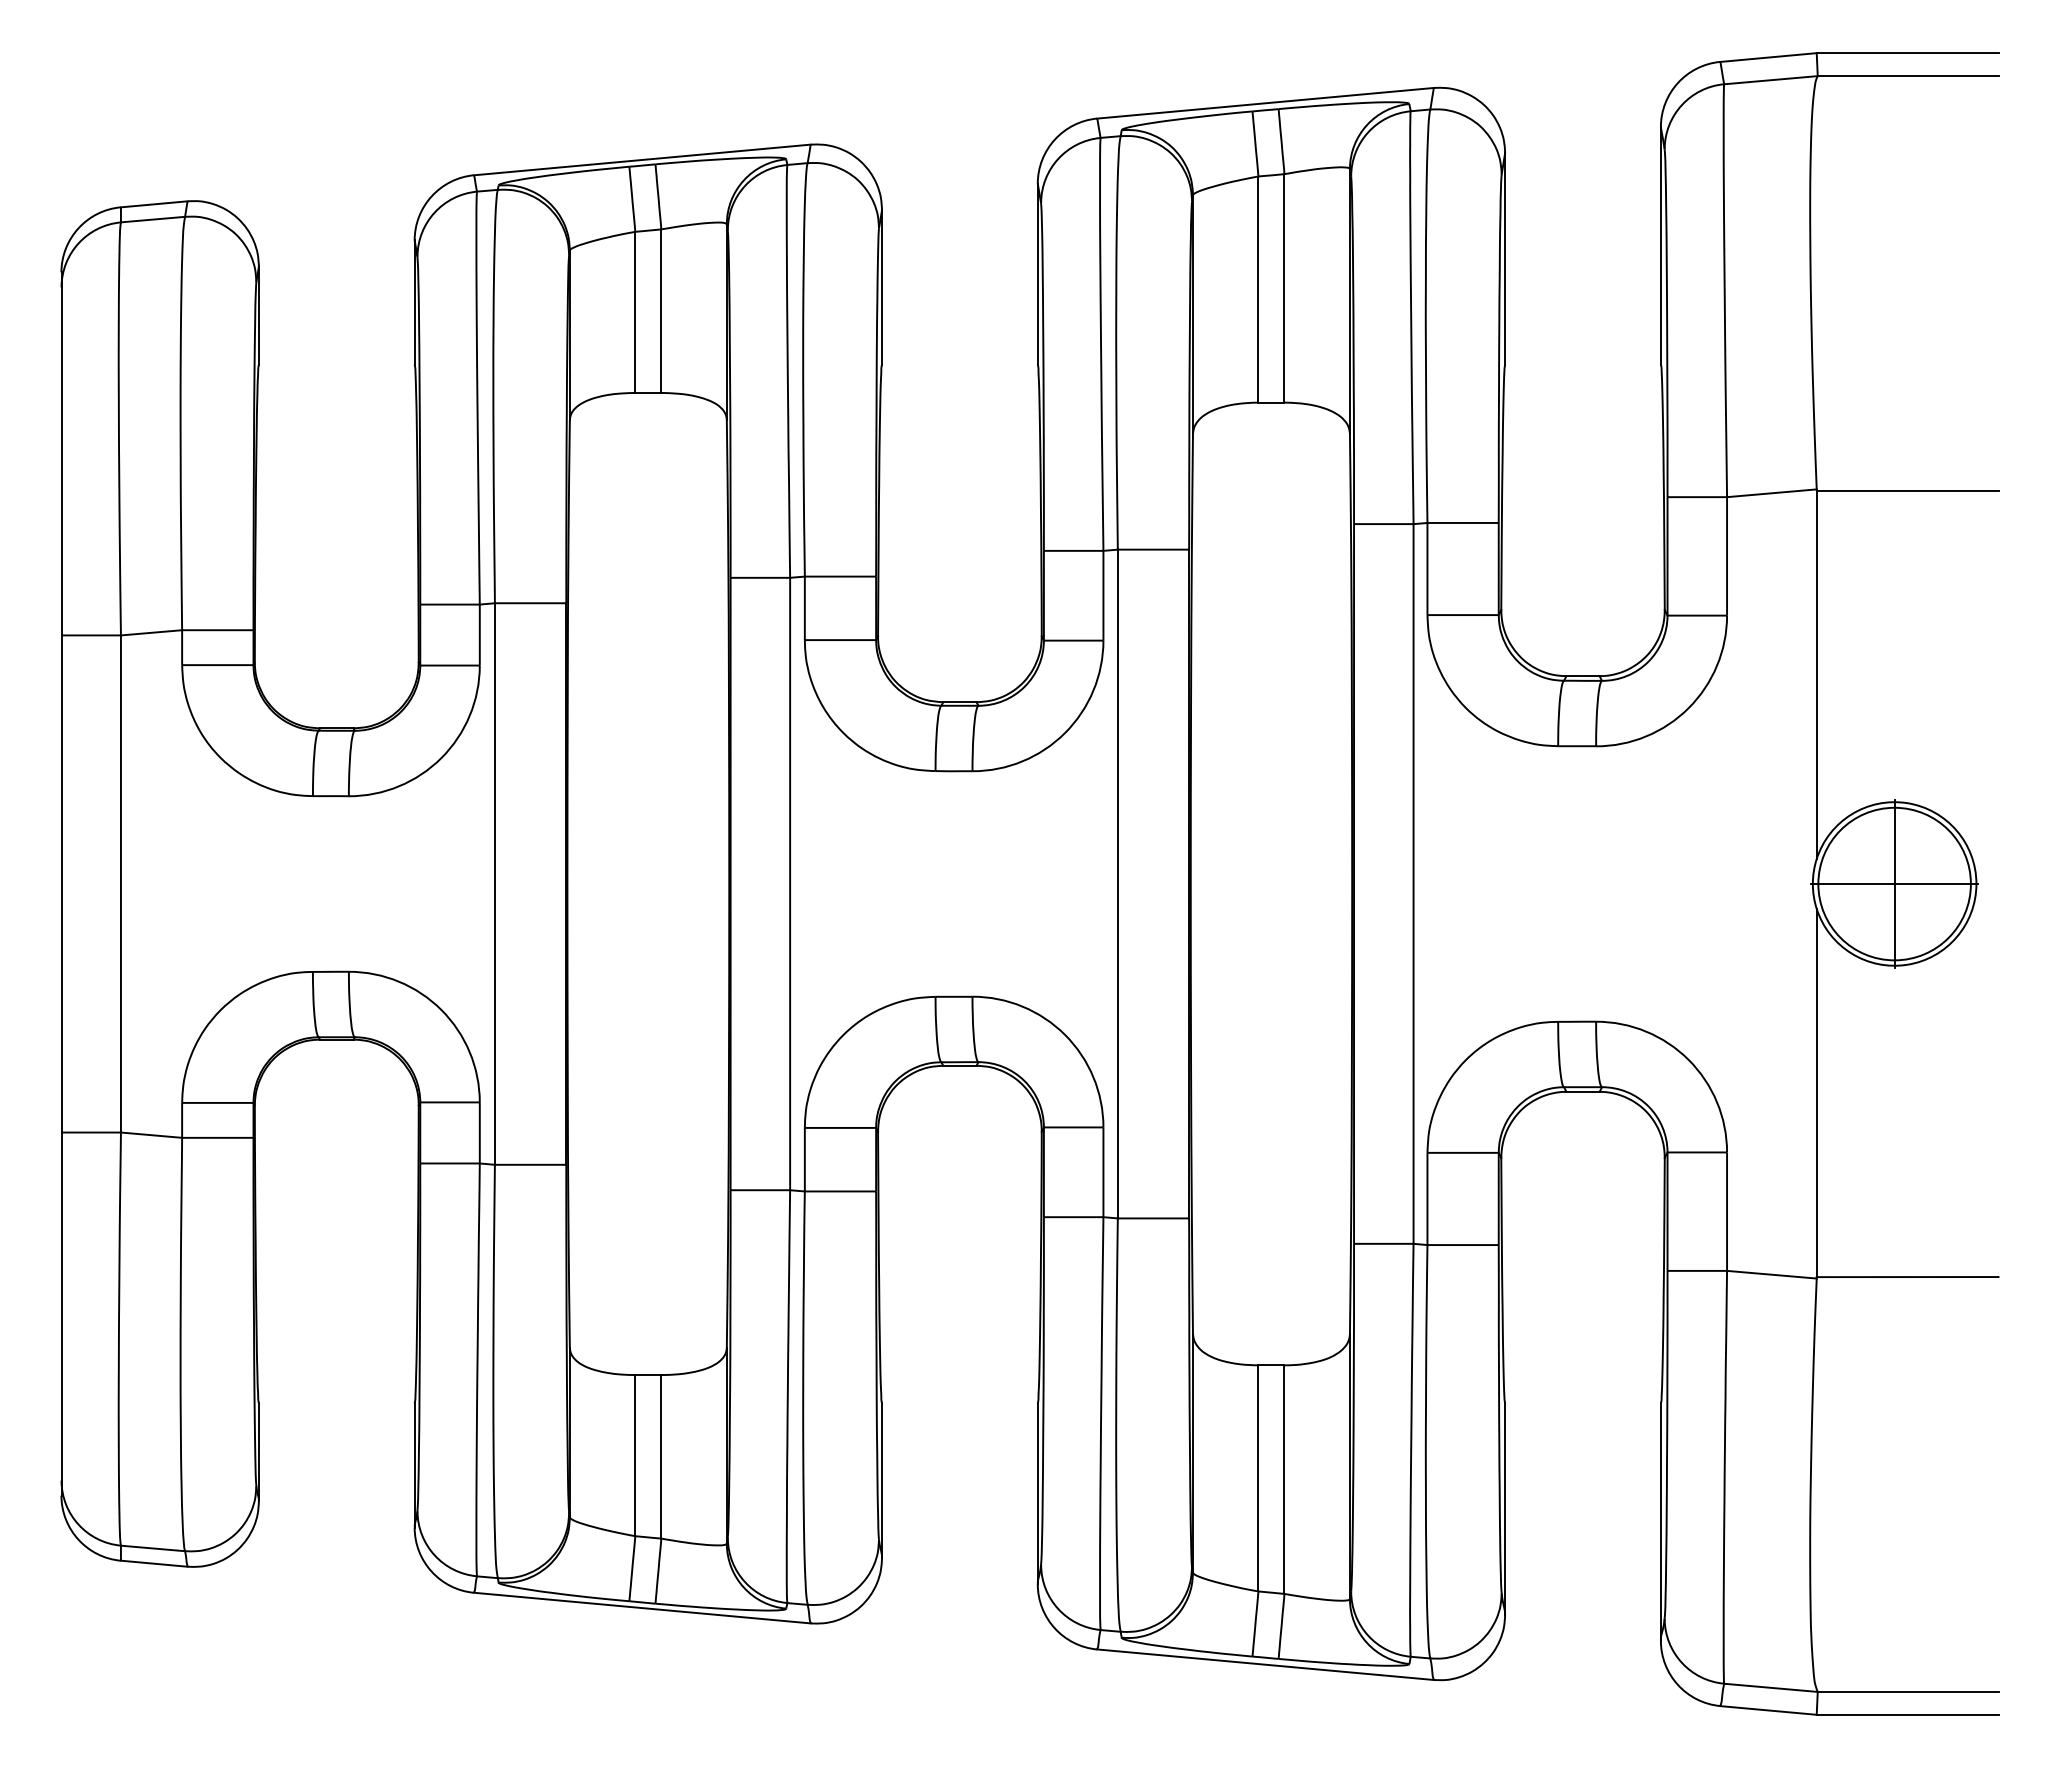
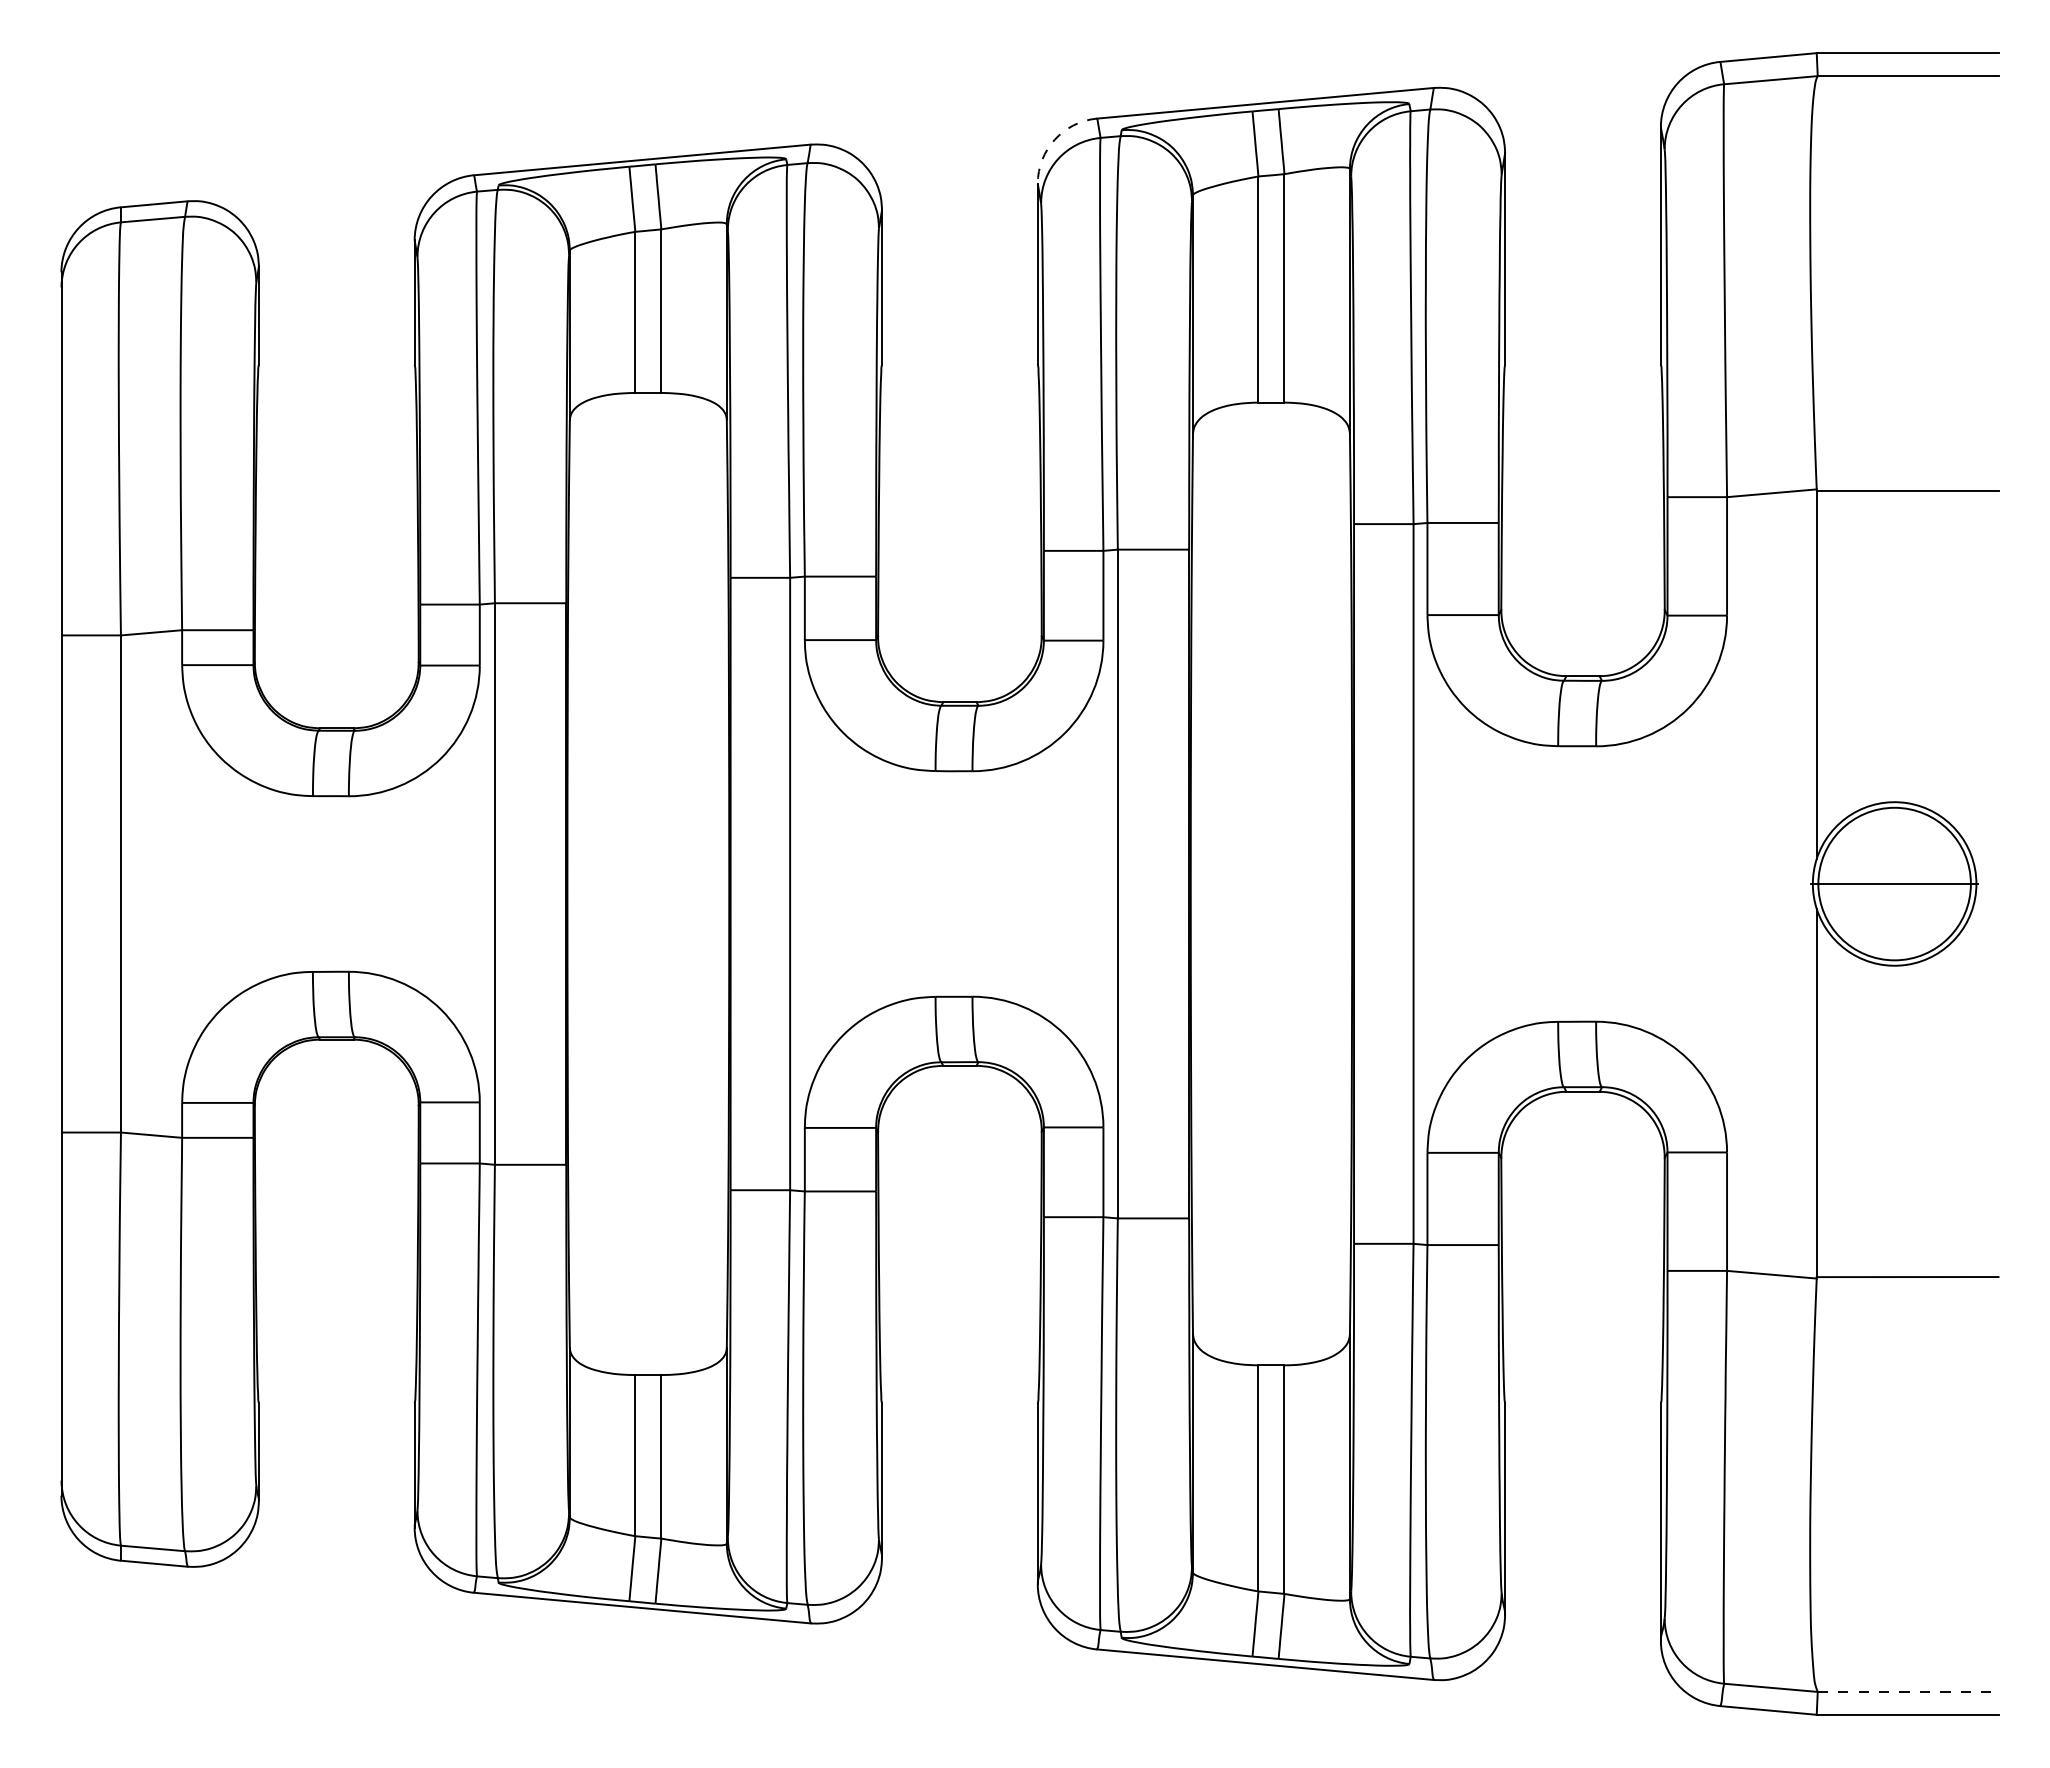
arc at (1054, 139): solid -> dashed
line at (1894, 884): present -> none
line at (1908, 1691): solid -> dashed
